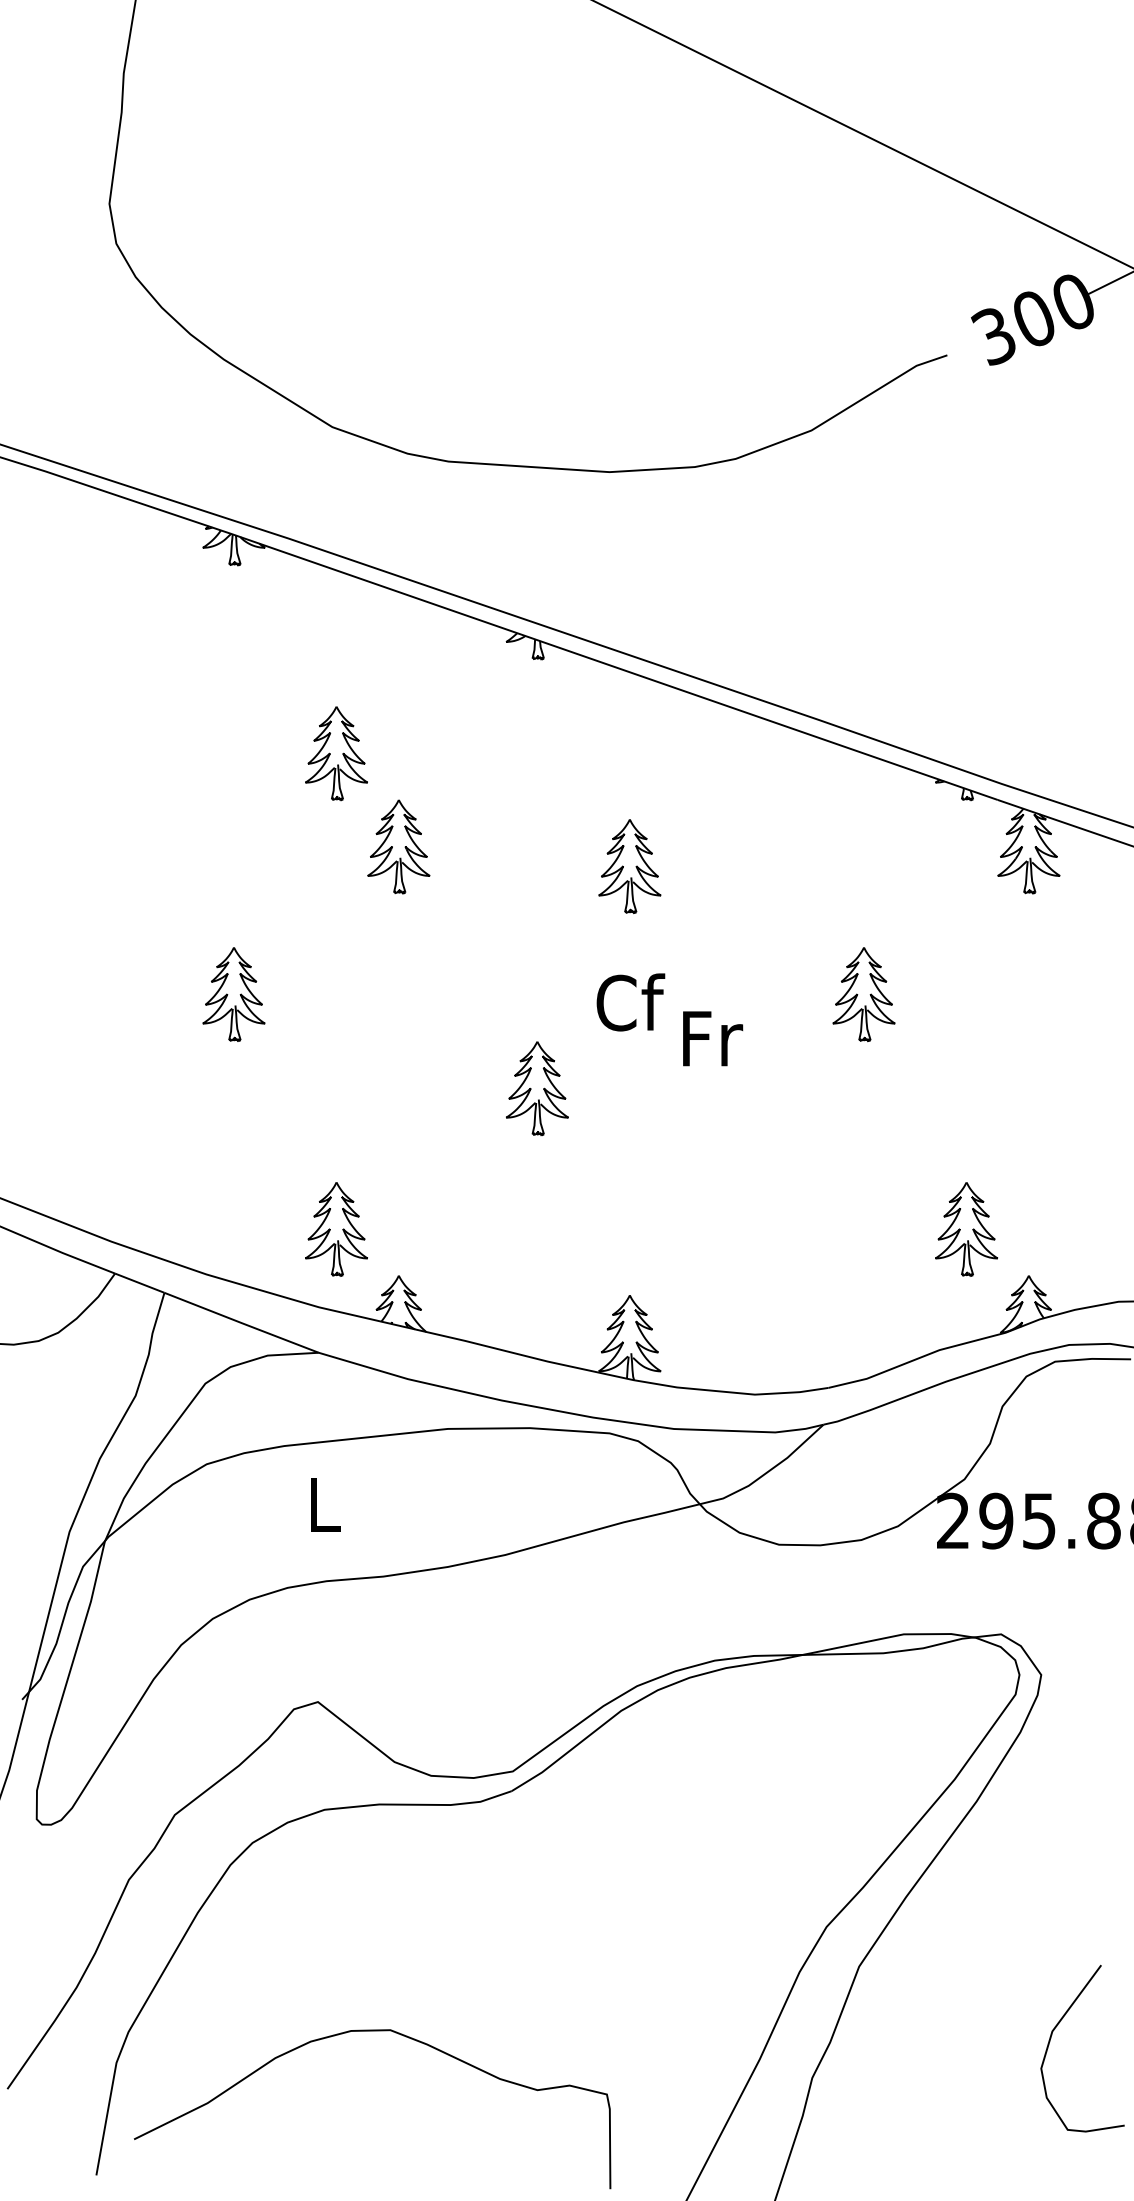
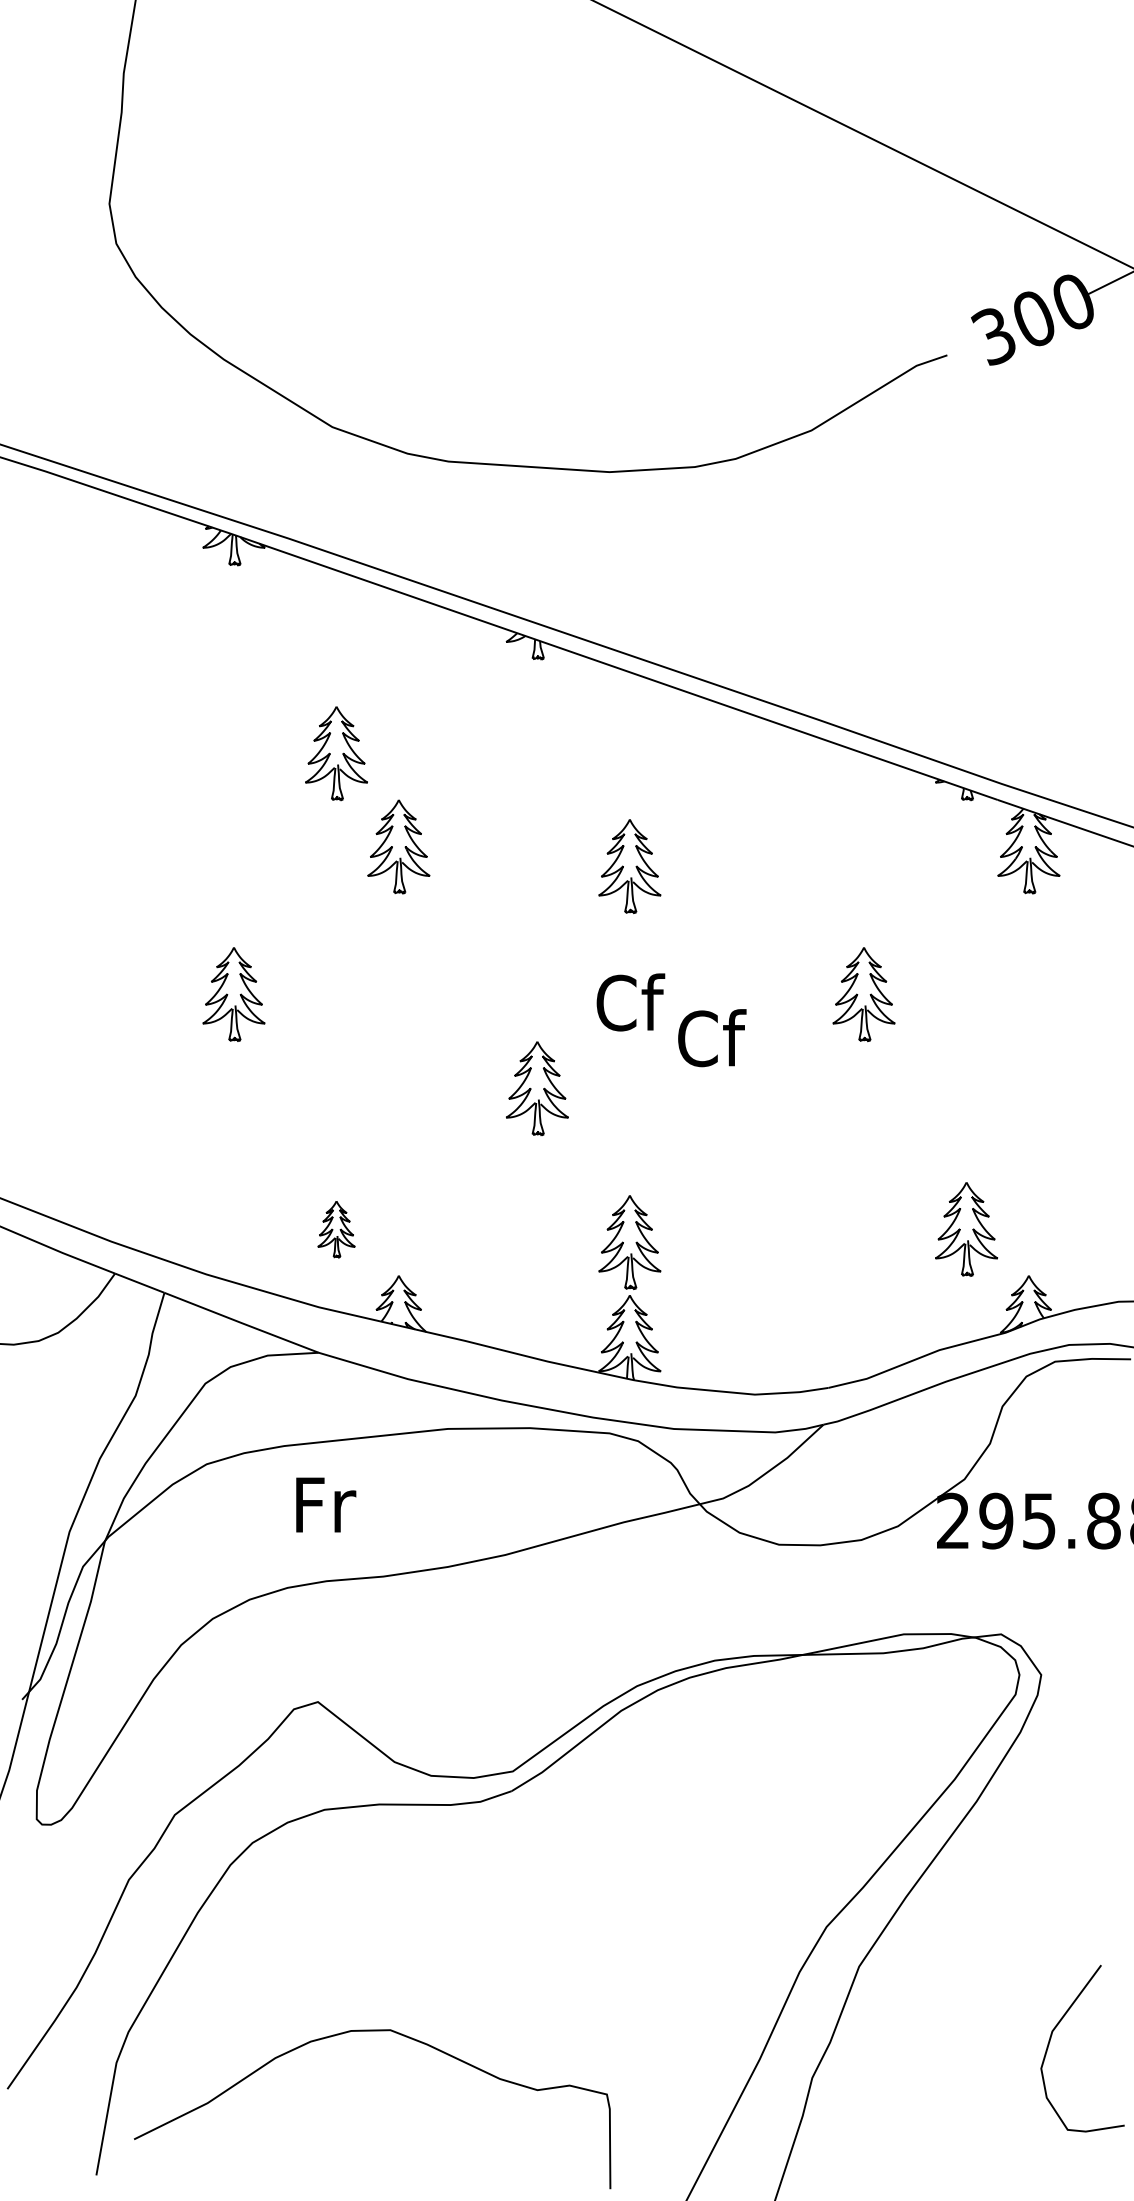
text at (712, 1038): Fr -> Cf
part at (336, 1229) size: 63x95 px -> 39x58 px
part at (629, 1242): none -> present
text at (326, 1504): L -> Fr
